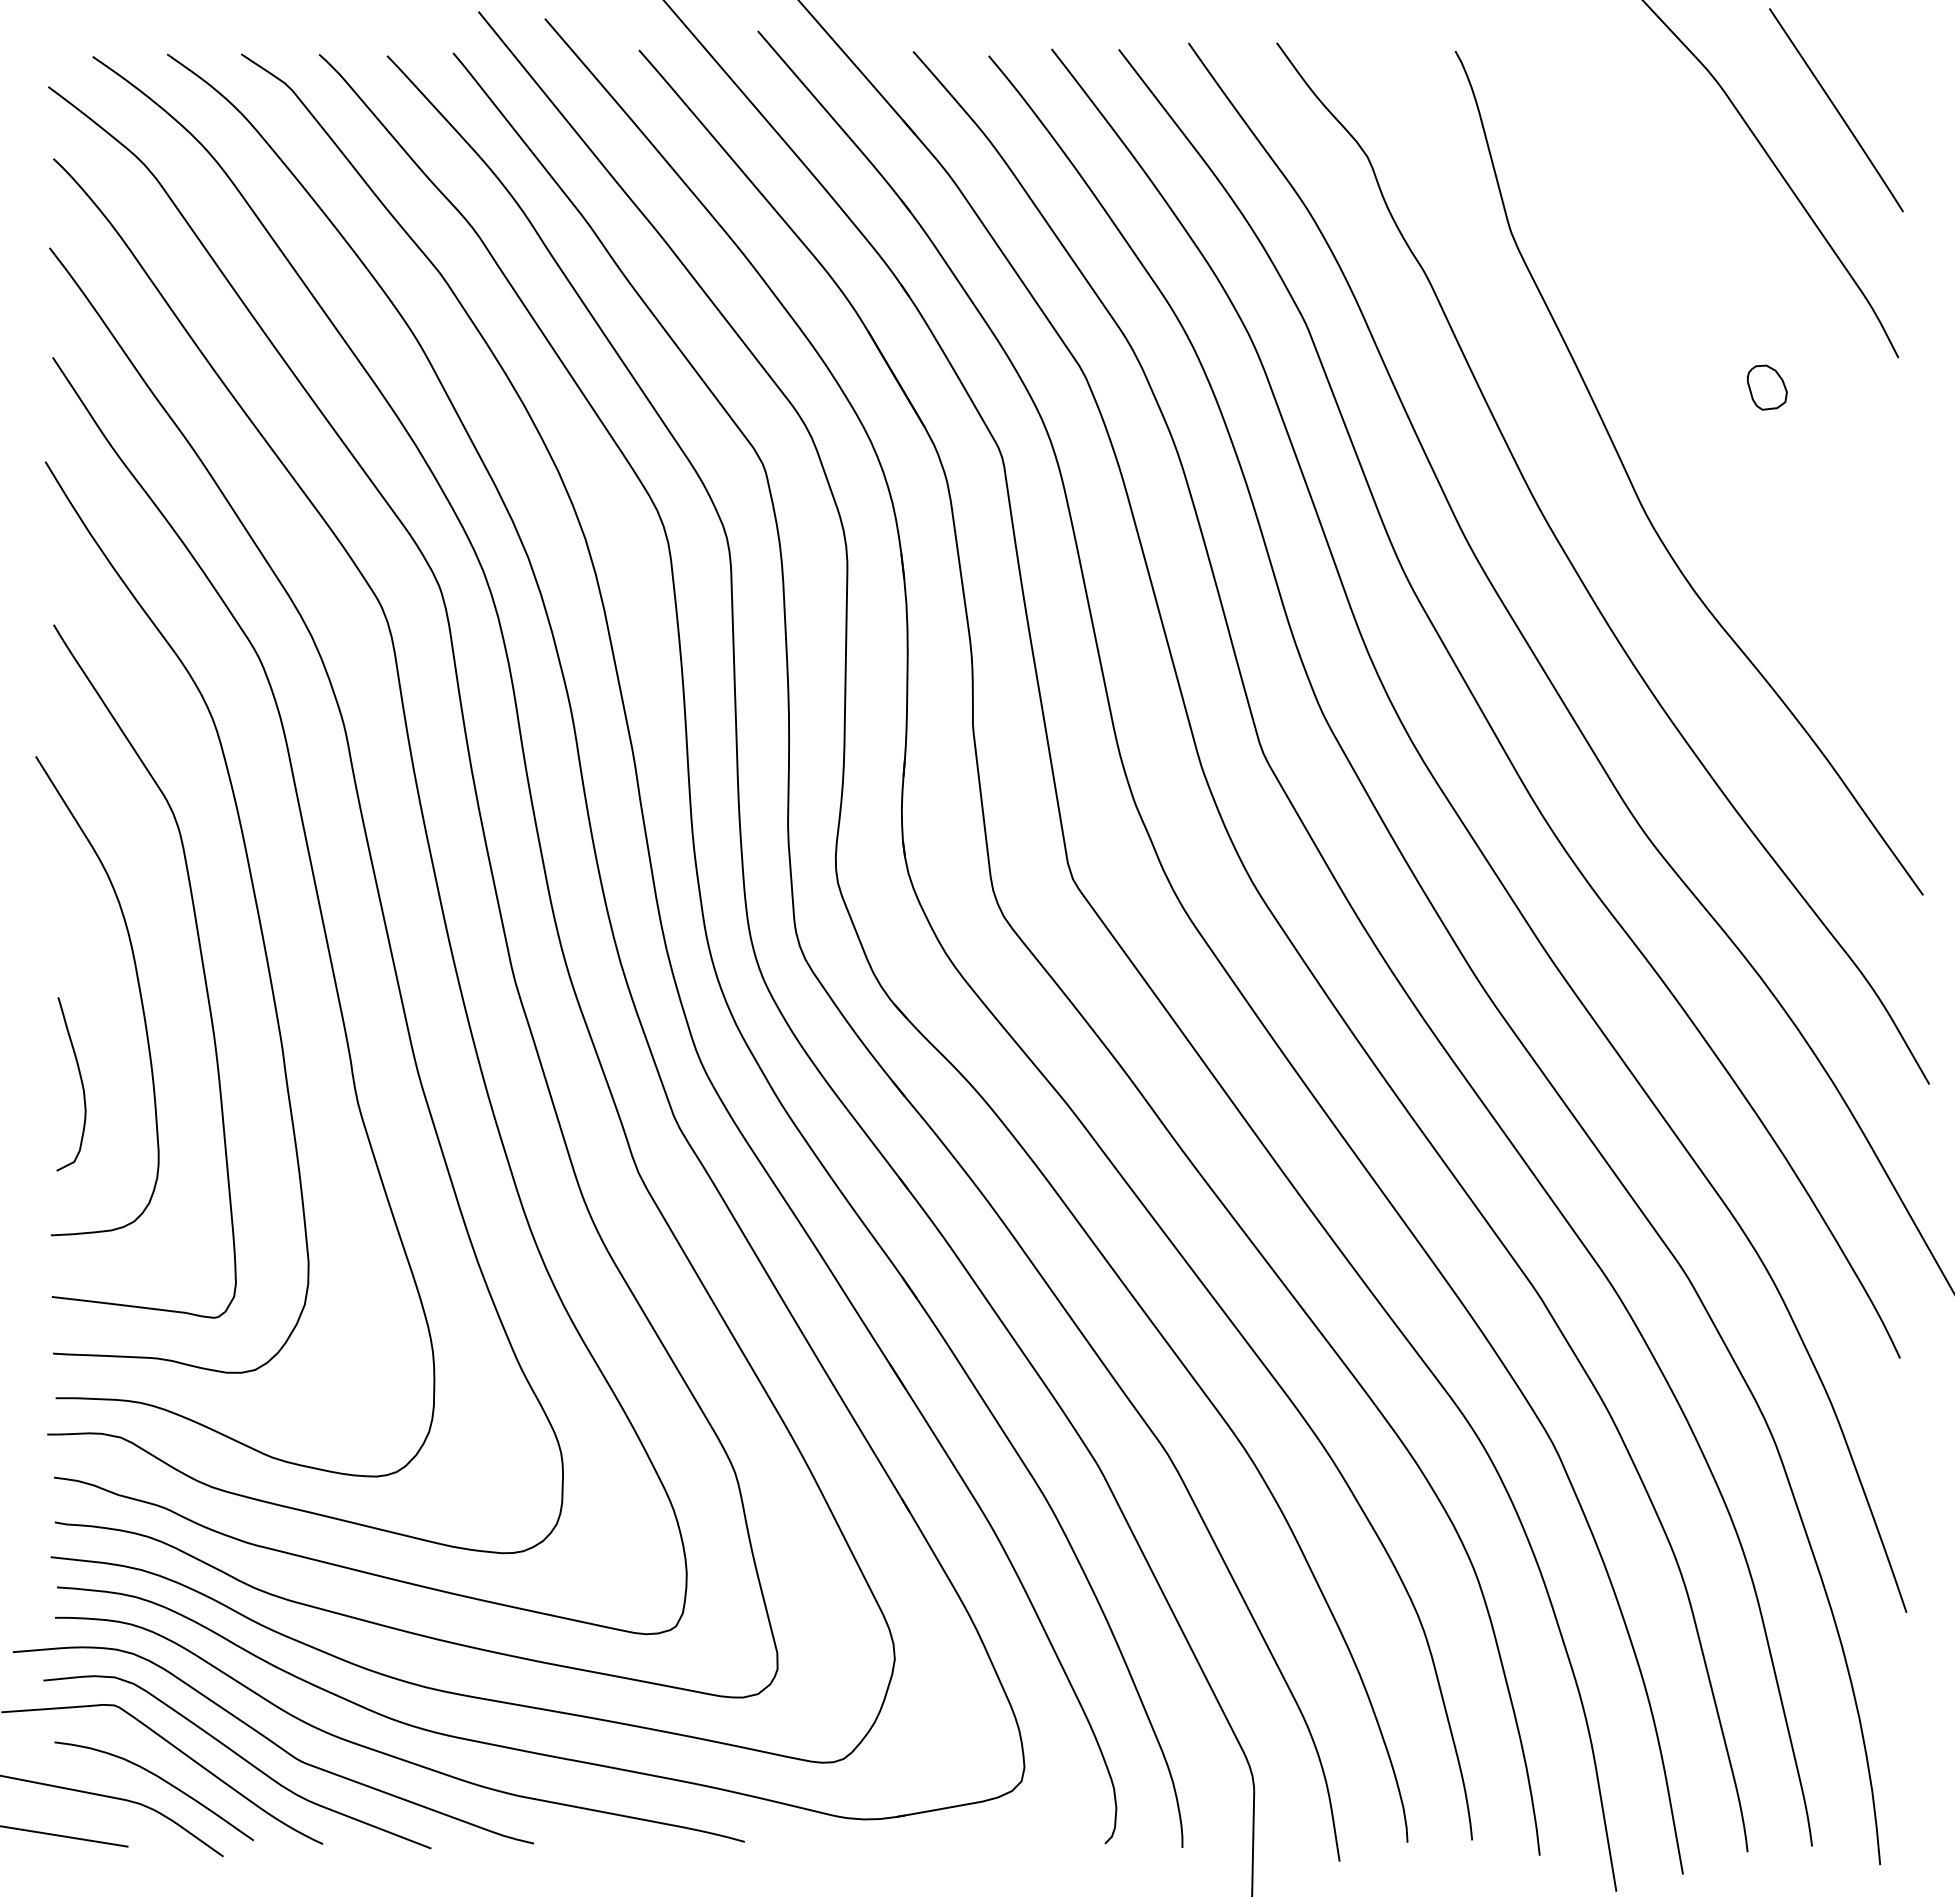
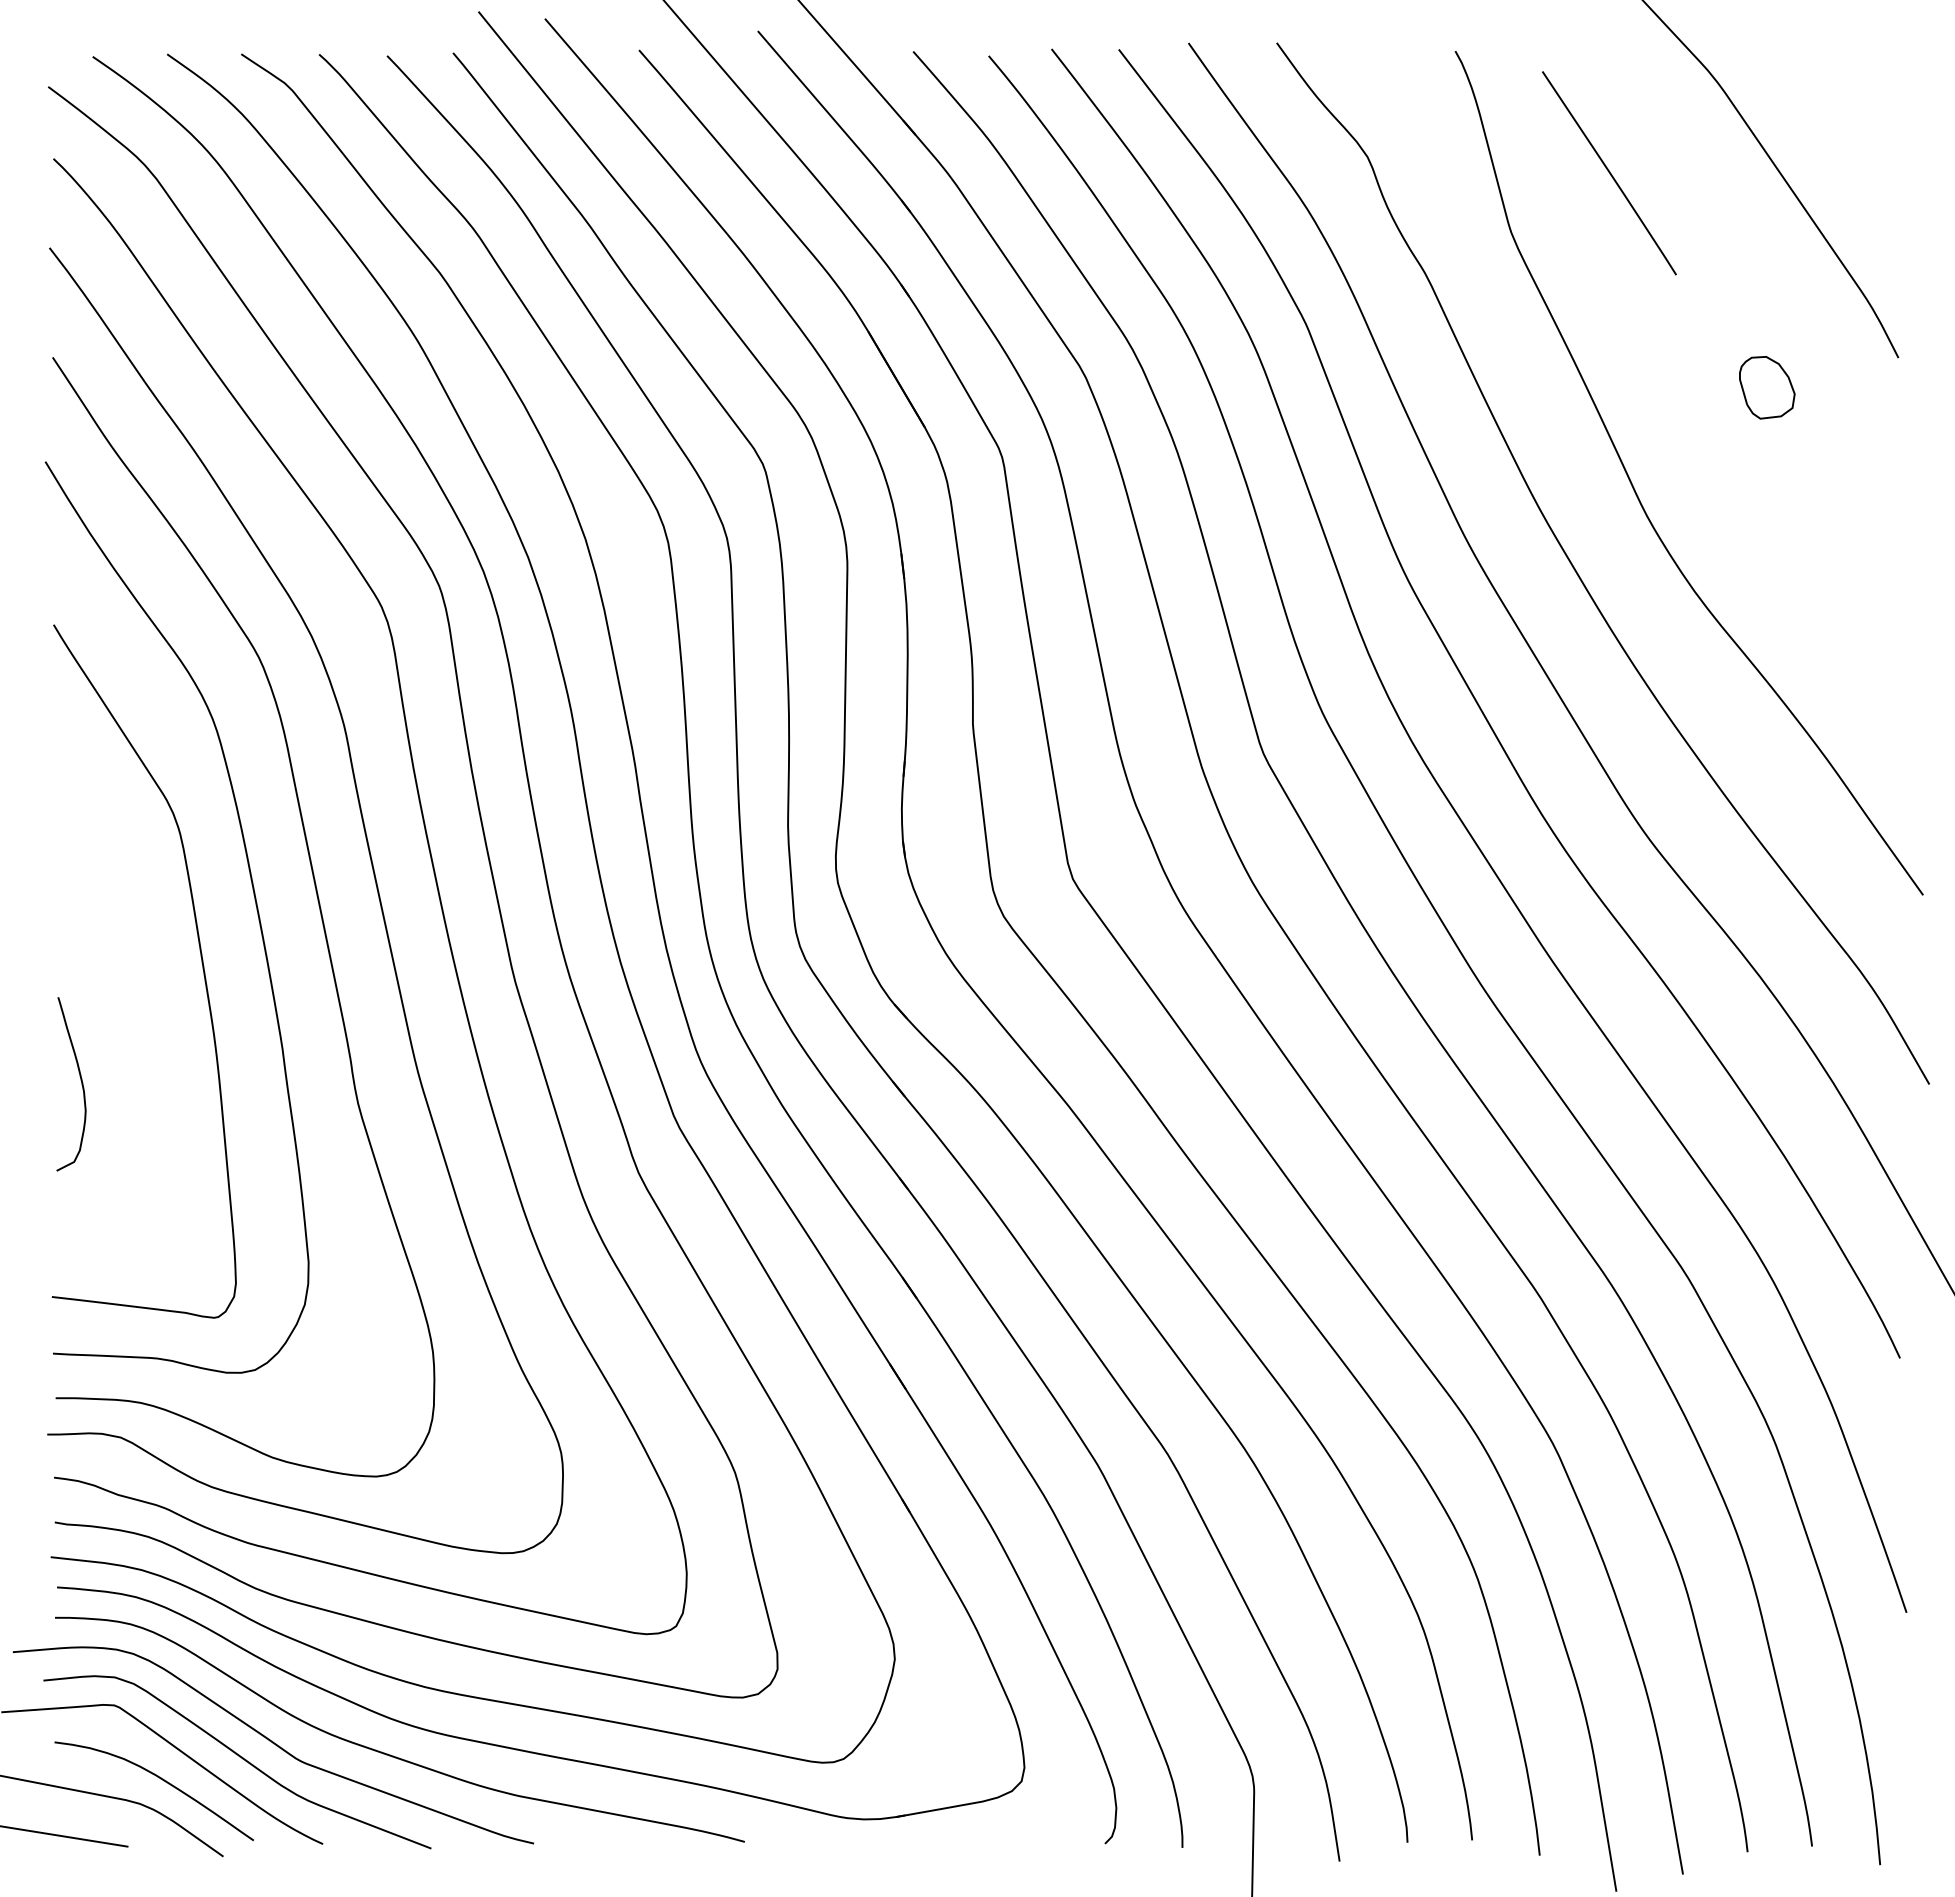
line at (1836, 110) position: (1836, 110) -> (1609, 173)
part at (1767, 387) size: 41x47 px -> 57x64 px
curve at (138, 988): present -> none
